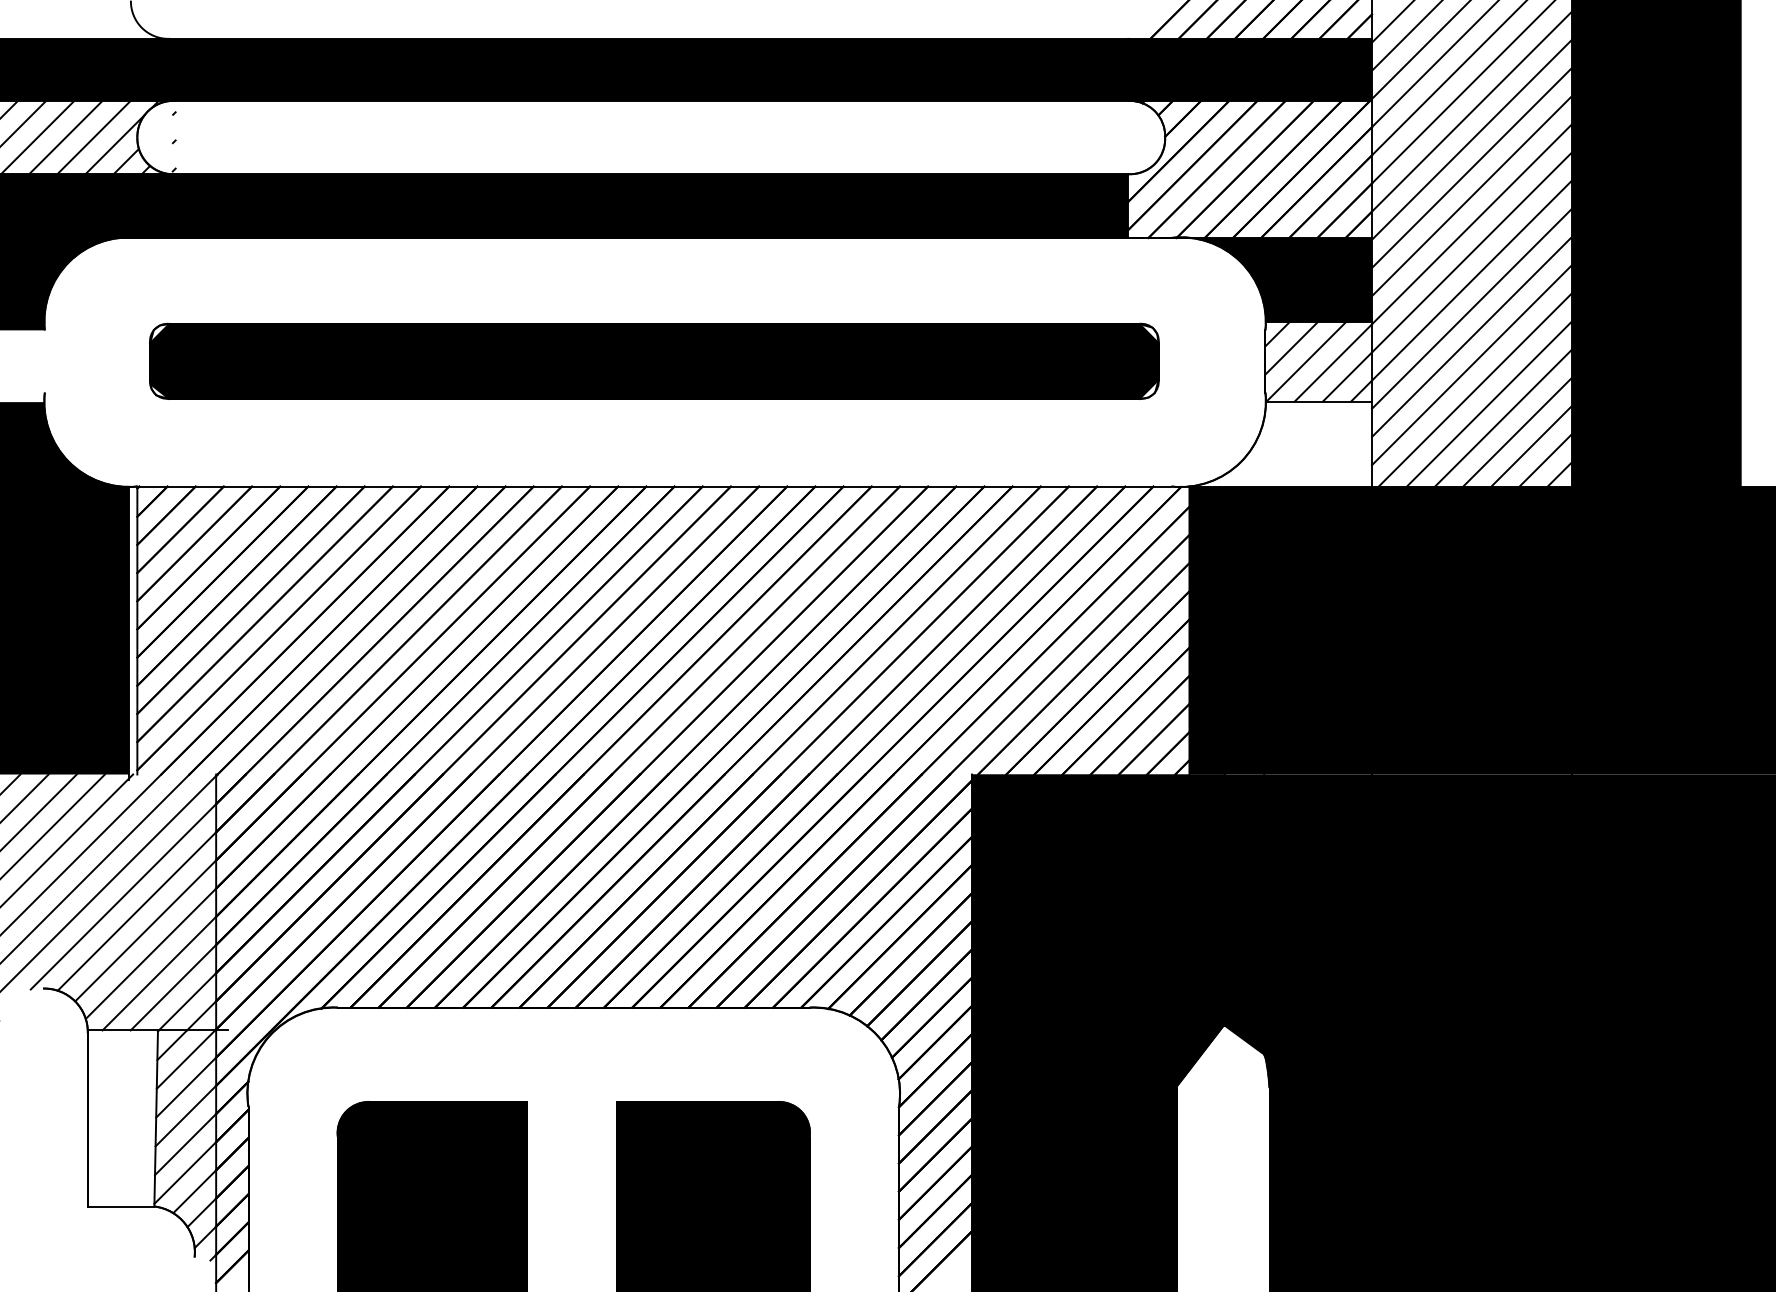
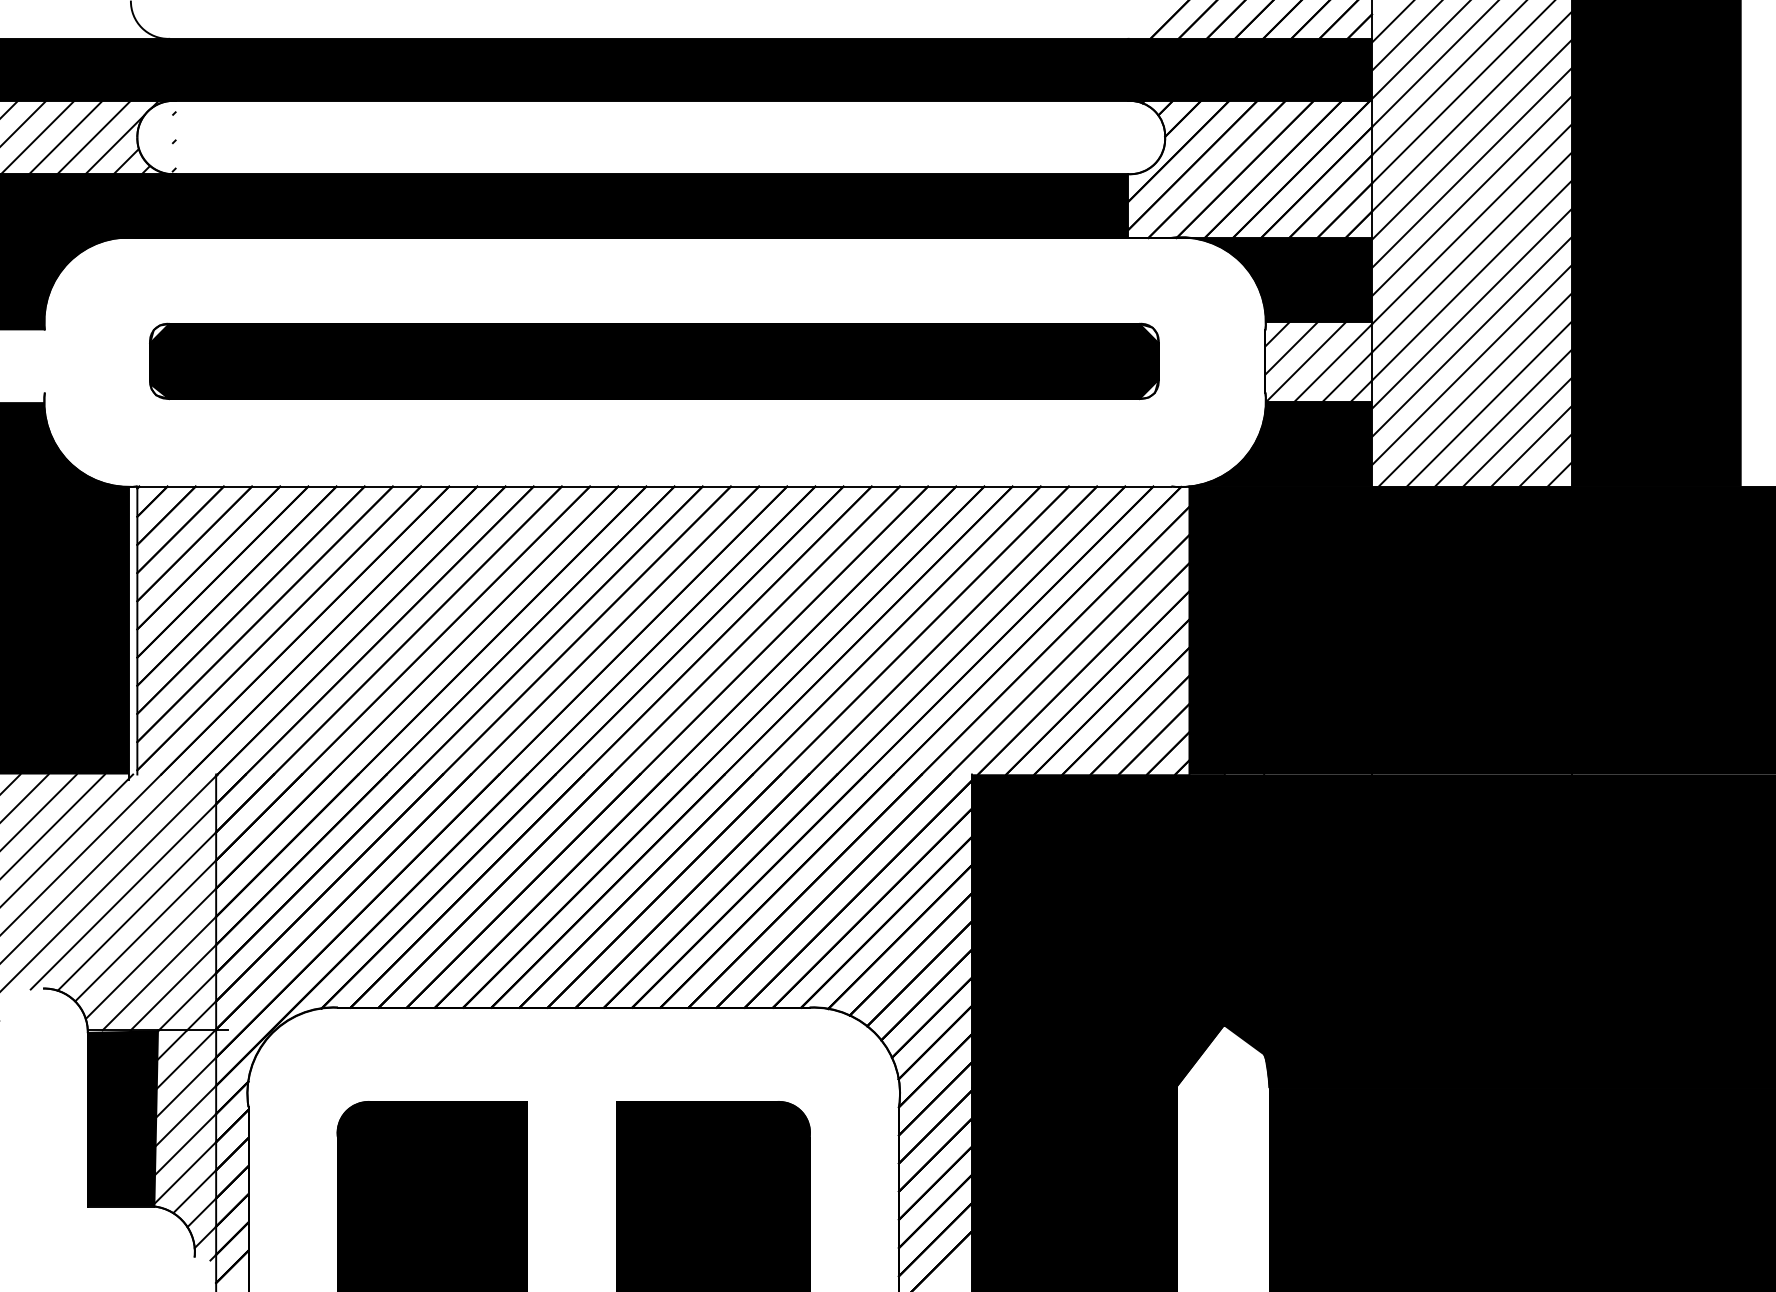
fill at (1271, 439): none -> present
fill at (122, 1118): none -> present
